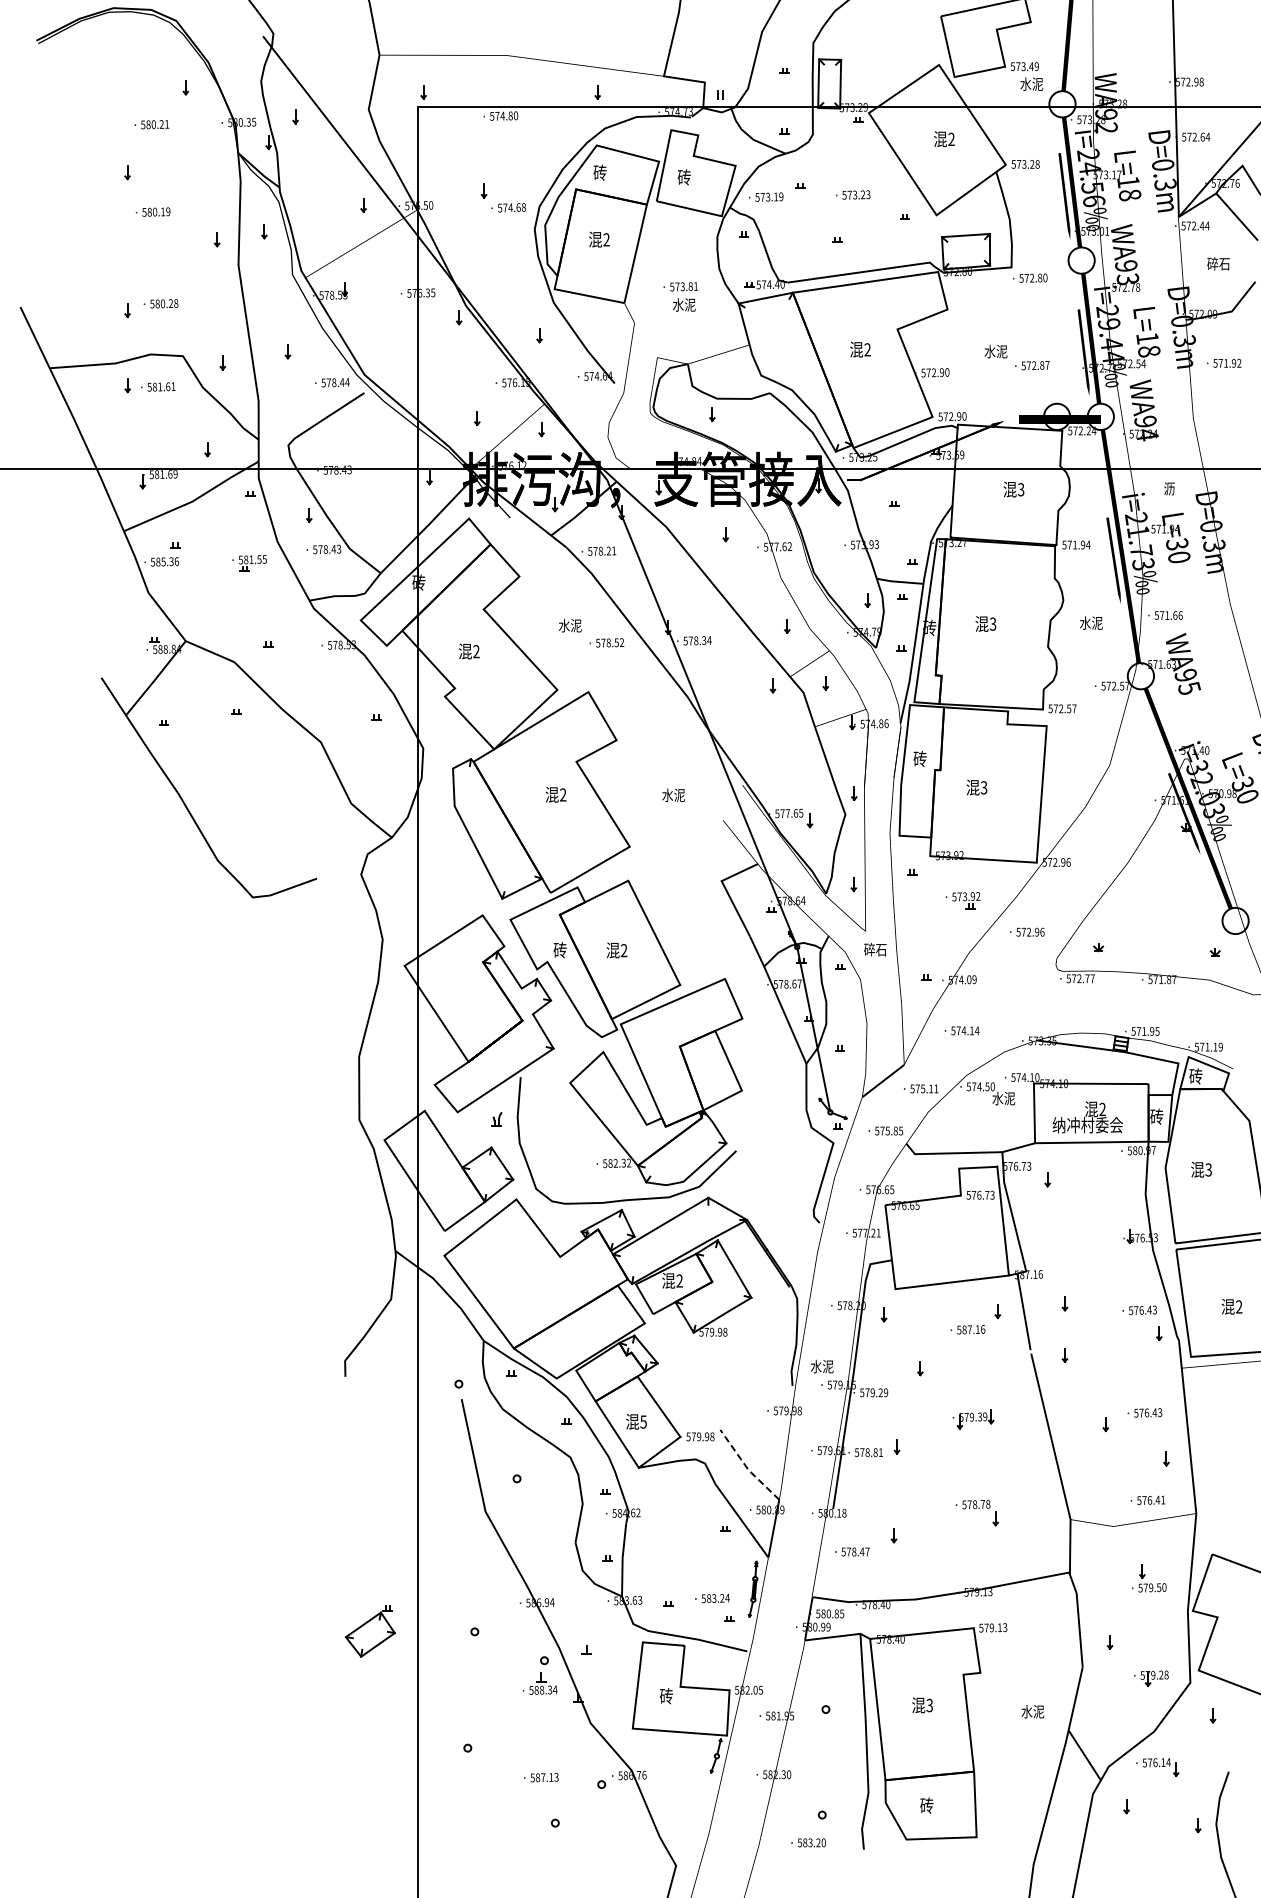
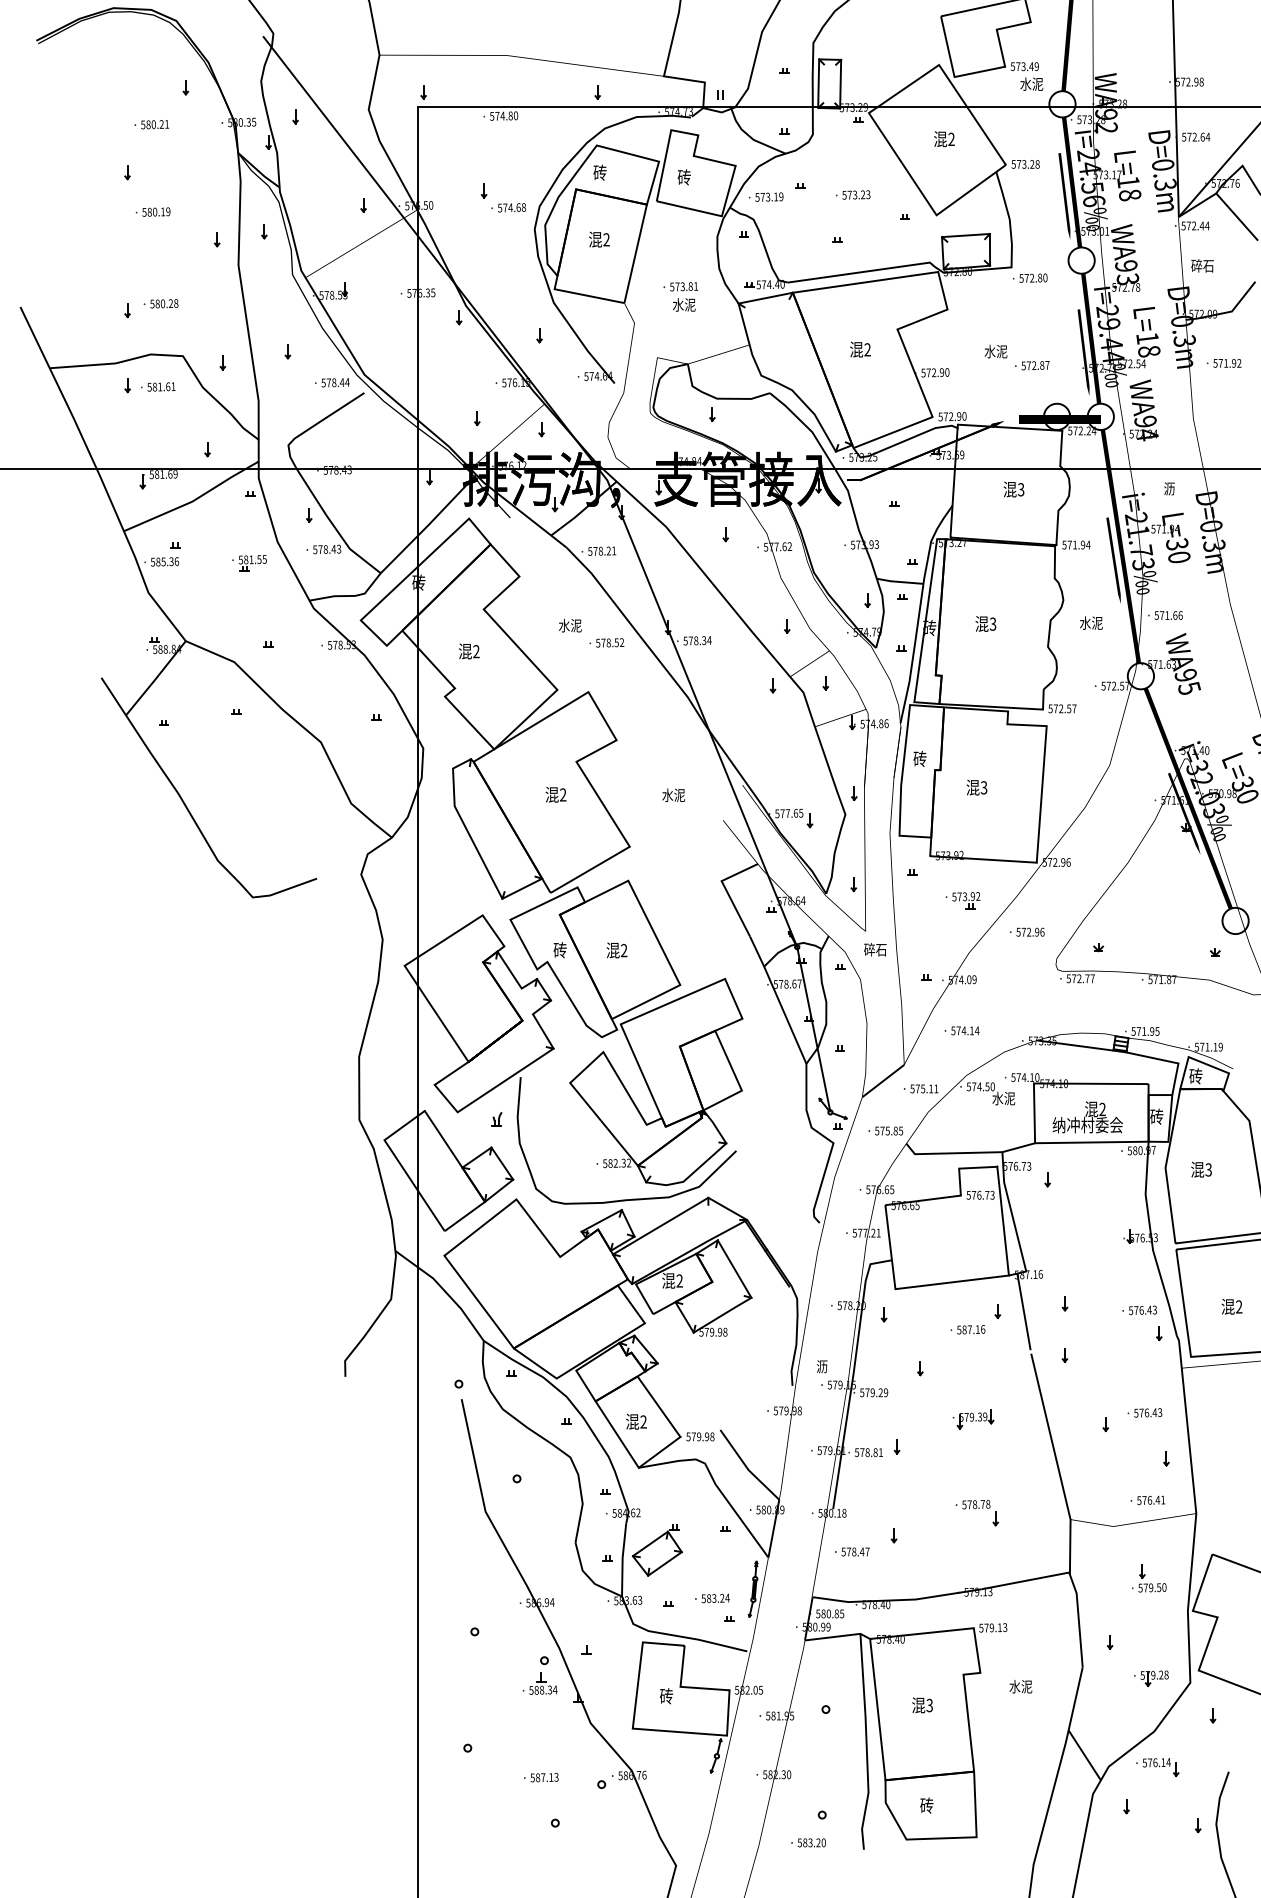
text at (1218, 263) position: (1218, 263) -> (1202, 265)
text at (821, 1366): 水泥 -> 沥
text at (643, 1421): 5 -> 2
line at (746, 1467): dashed -> solid
part at (370, 1631) position: (370, 1631) -> (657, 1550)
text at (1032, 1711) position: (1032, 1711) -> (1020, 1686)
